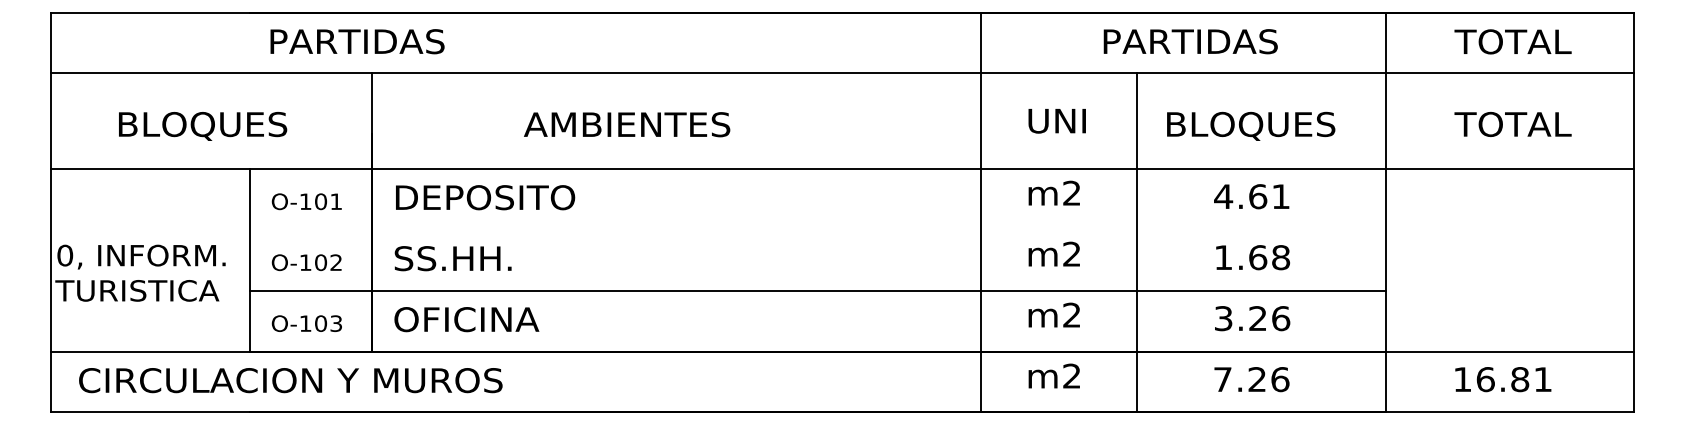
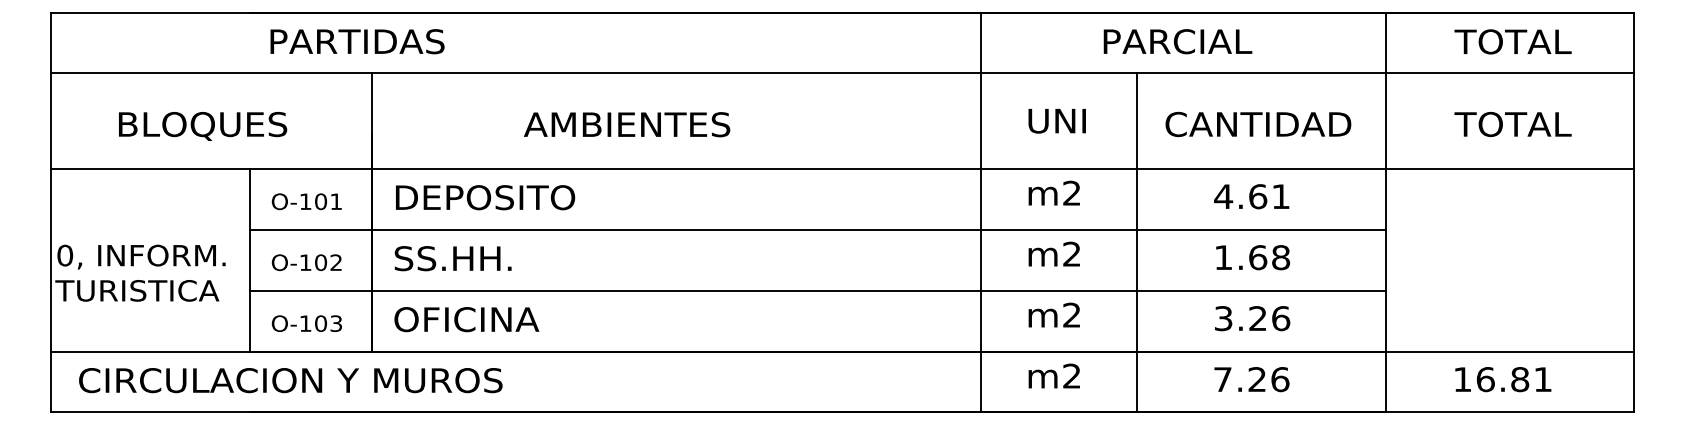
text at (1224, 41): PARTIDAS -> PARCIAL
text at (1258, 125): BLOQUES -> CANTIDAD
line at (817, 229): none -> present
